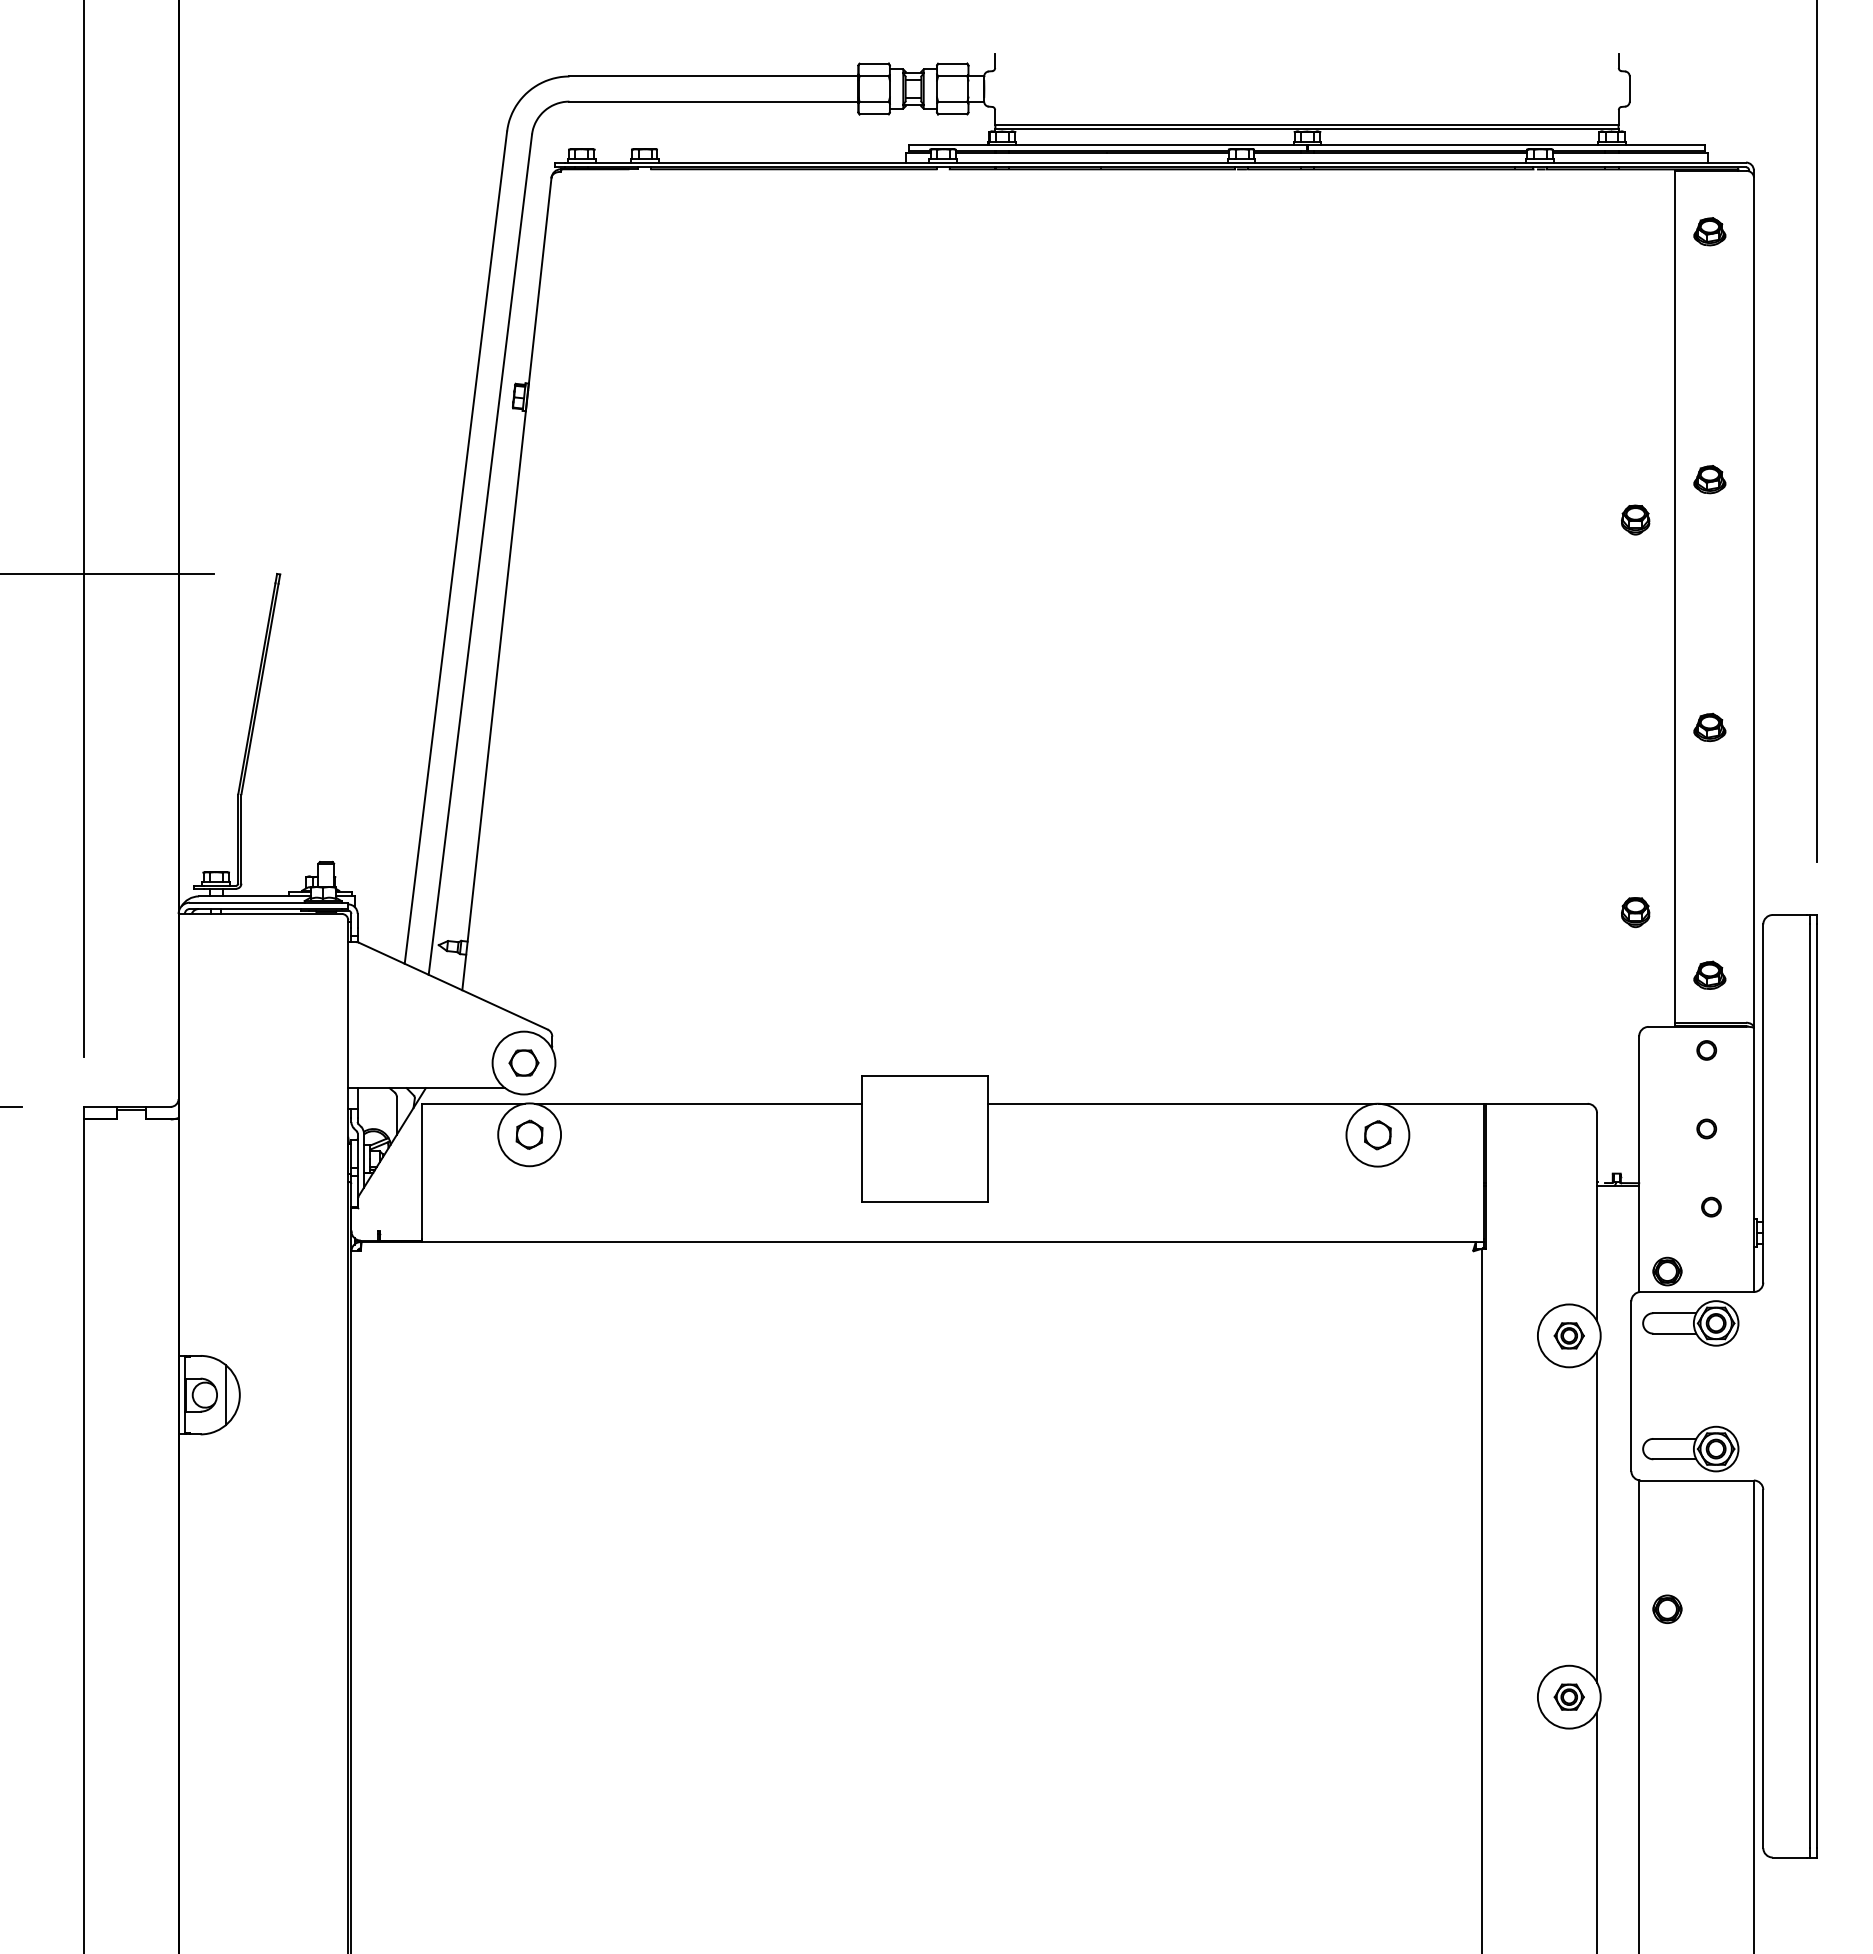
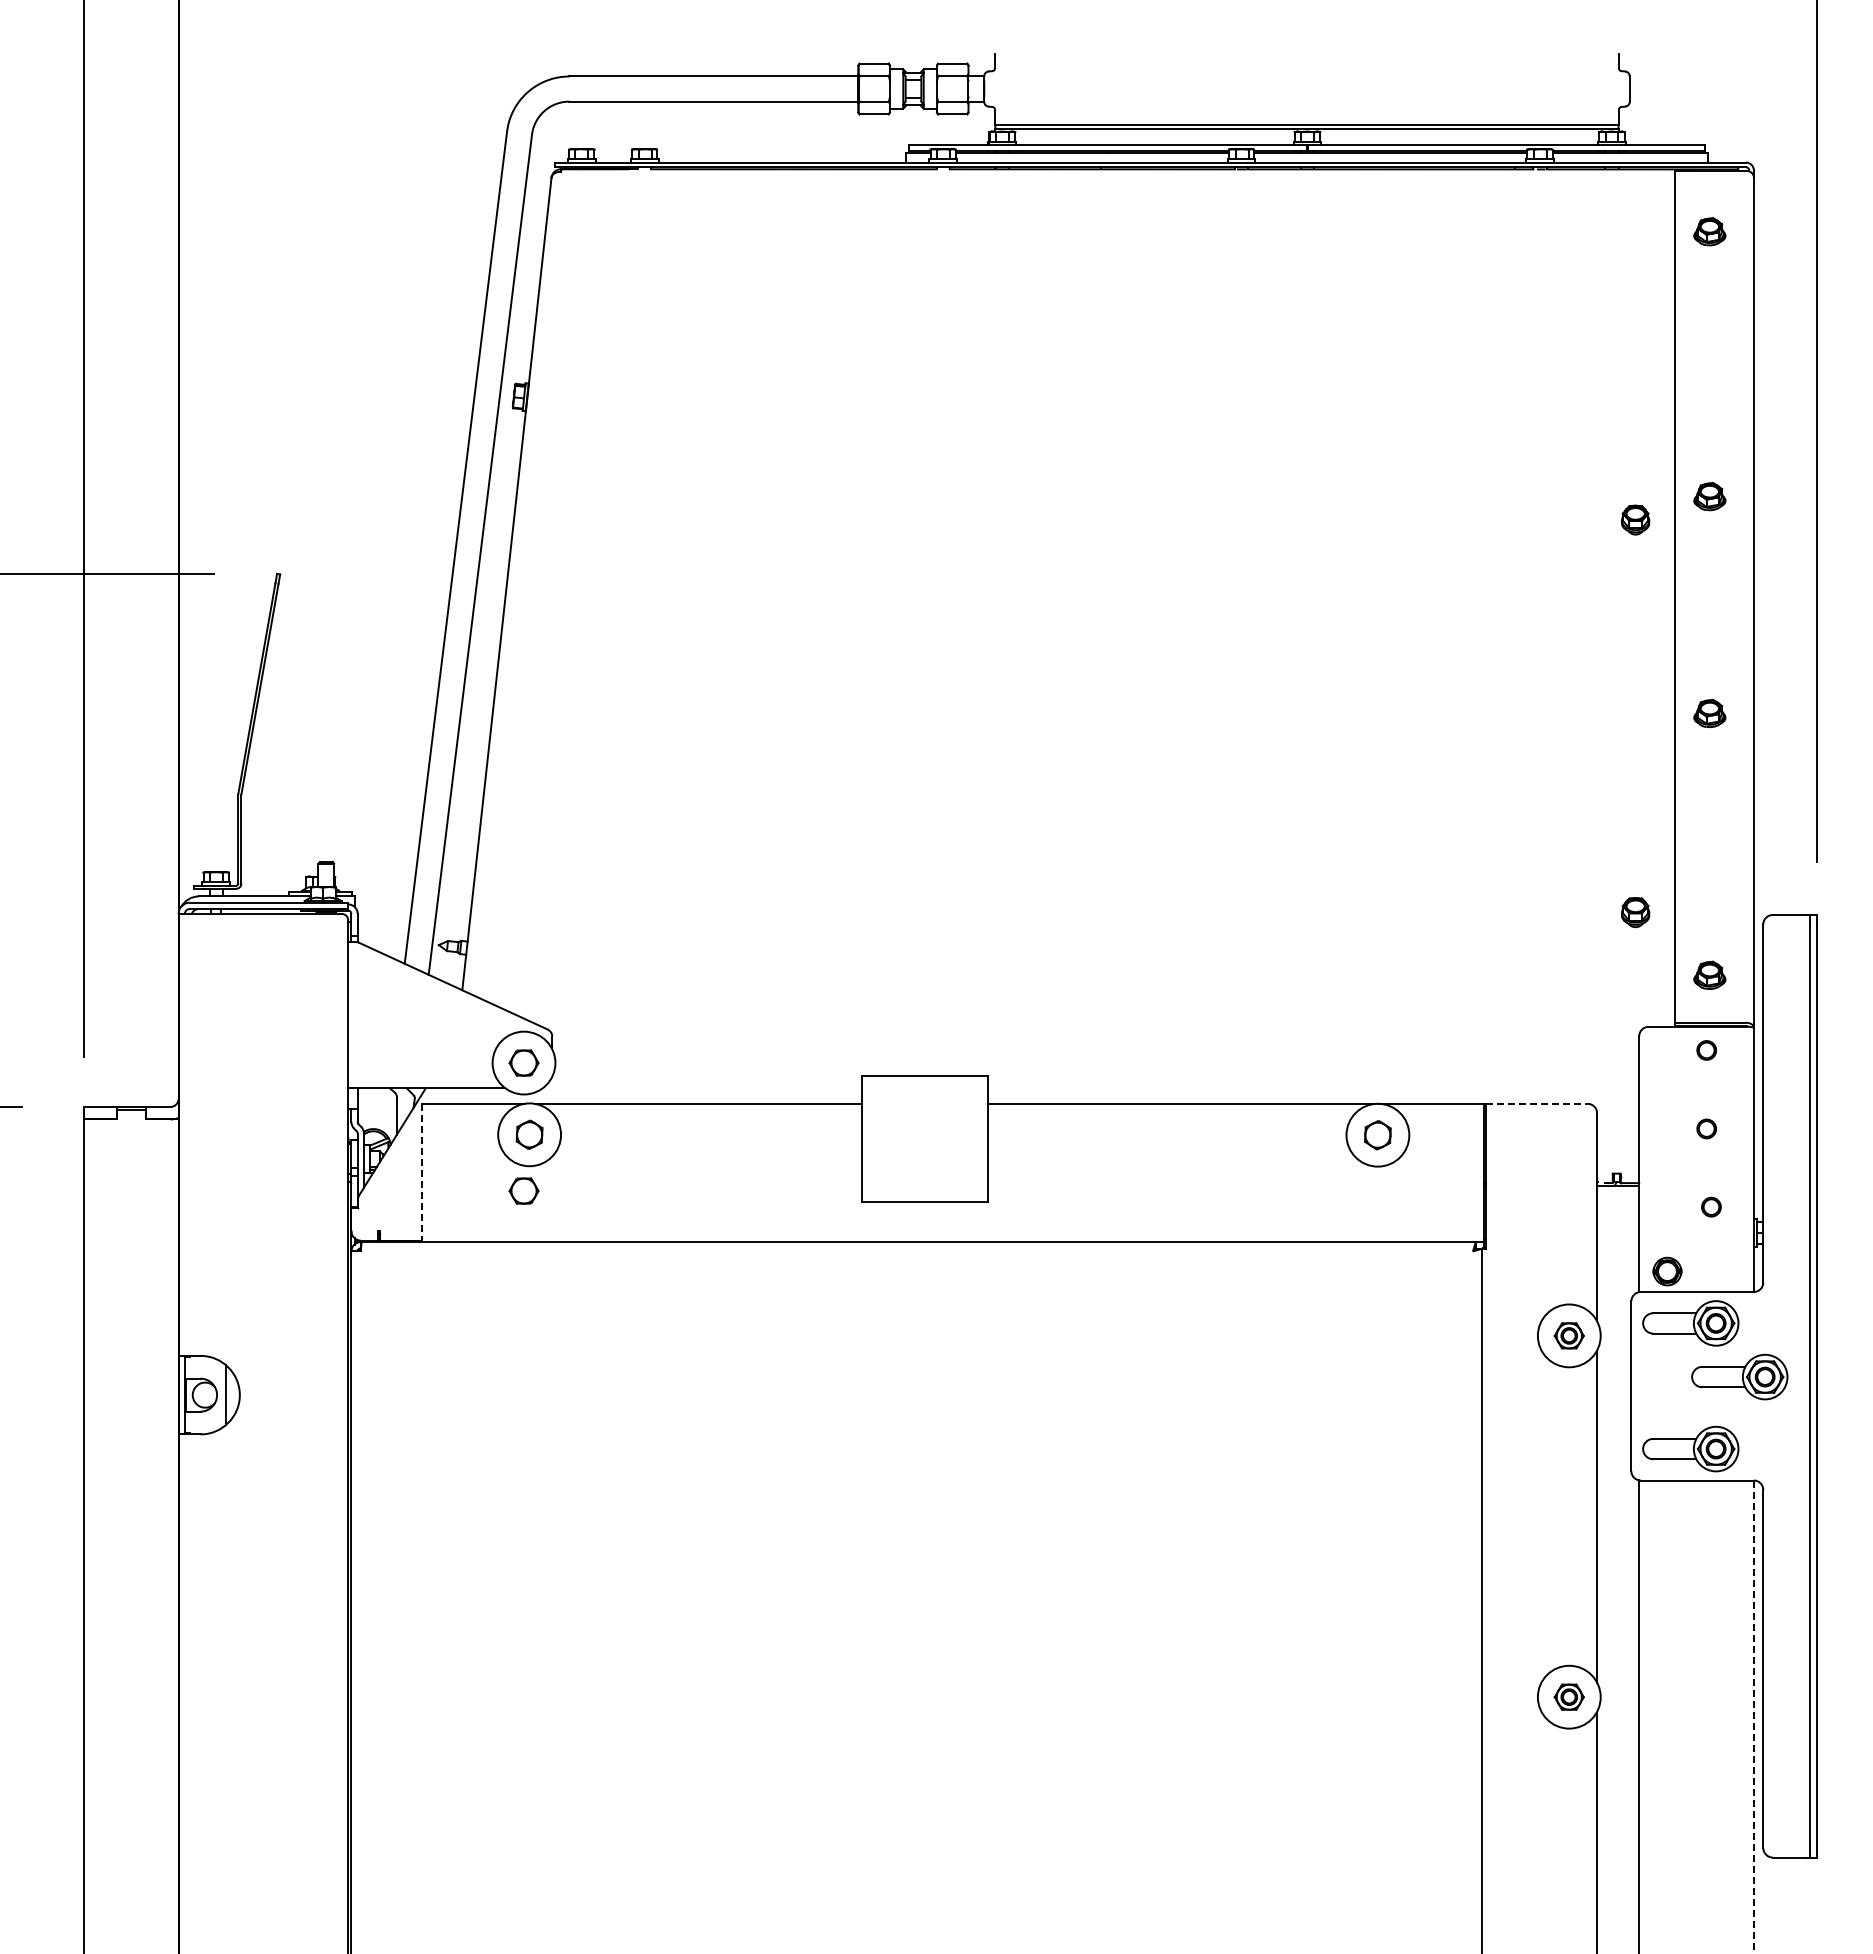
part at (1709, 479) position: (1709, 479) -> (1709, 496)
part at (1709, 727) position: (1709, 727) -> (1709, 713)
line at (1537, 1103): solid -> dashed
line at (421, 1171): solid -> dashed
part at (523, 1190): none -> present
part at (1739, 1376): none -> present
part at (1667, 1608): present -> none
line at (1753, 1717): solid -> dashed
